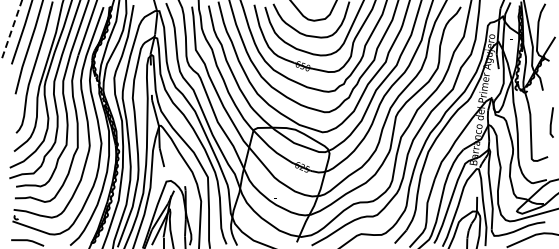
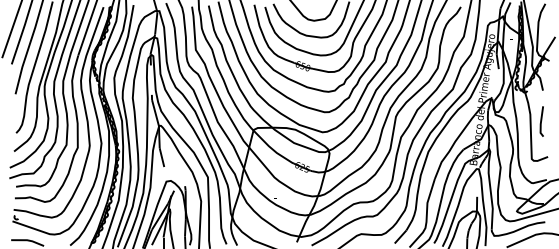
line at (12, 29): dashed -> solid
line at (551, 122) position: (551, 122) -> (541, 121)
